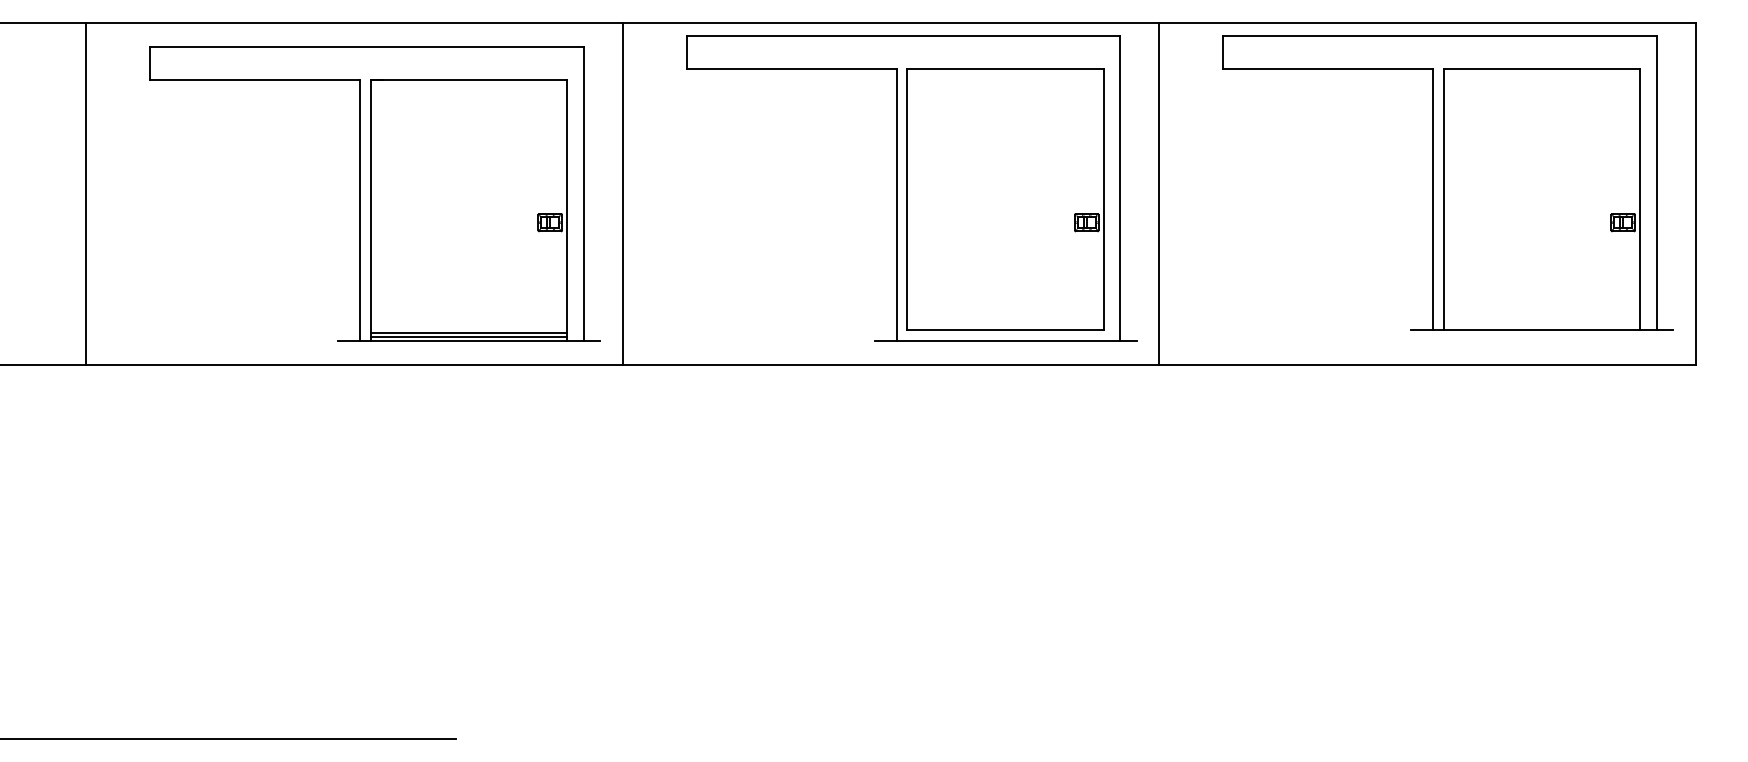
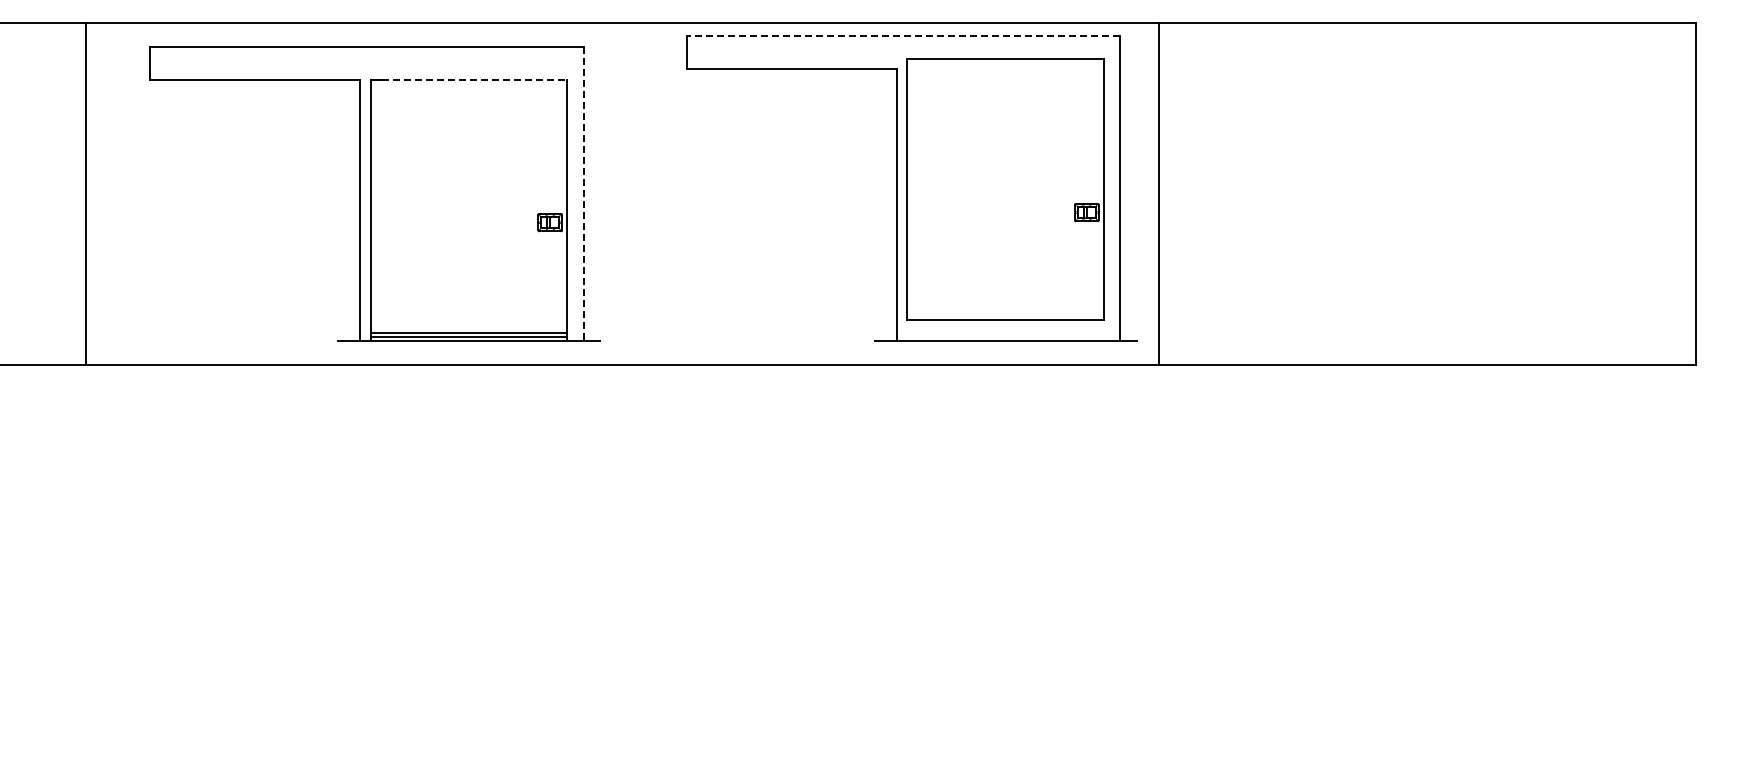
line at (903, 35): solid -> dashed
line at (469, 79): solid -> dashed
part at (1447, 182): present -> none
line at (622, 193): present -> none
line at (583, 194): solid -> dashed
part at (1005, 199) position: (1005, 199) -> (1005, 189)
line at (228, 739): present -> none
